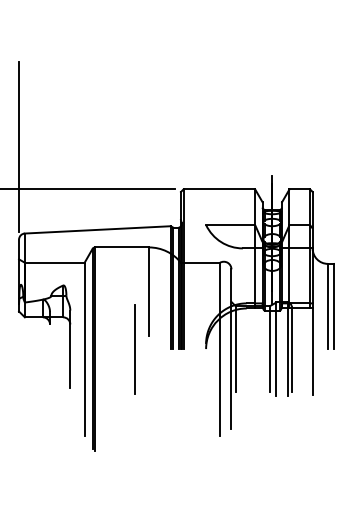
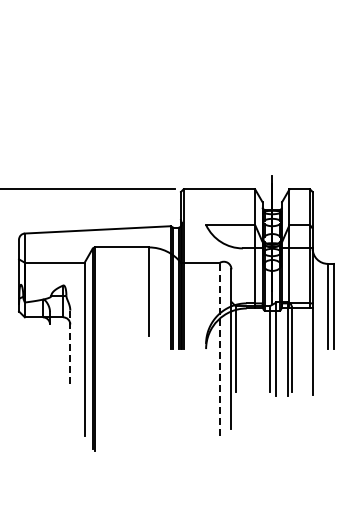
line at (19, 146): present -> none
line at (220, 348): solid -> dashed
line at (70, 349): solid -> dashed
line at (134, 349): present -> none
